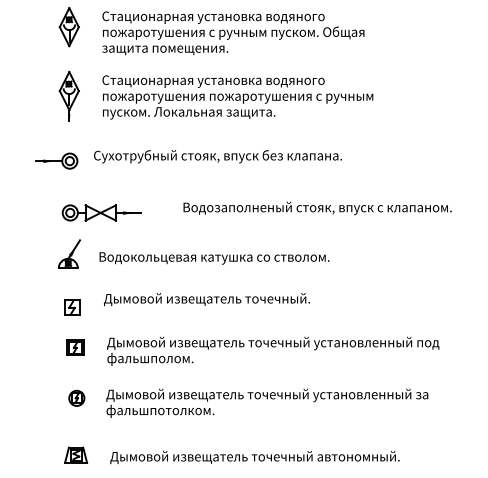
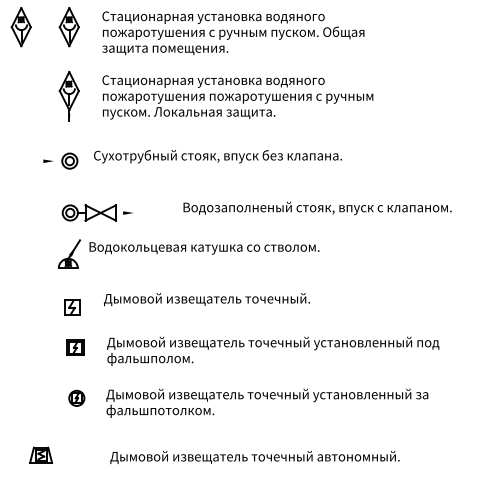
part at (20, 27): none -> present
line at (48, 161): present -> none
line at (128, 212): present -> none
text at (214, 258) position: (214, 258) -> (204, 248)
part at (76, 454) position: (76, 454) -> (41, 454)
